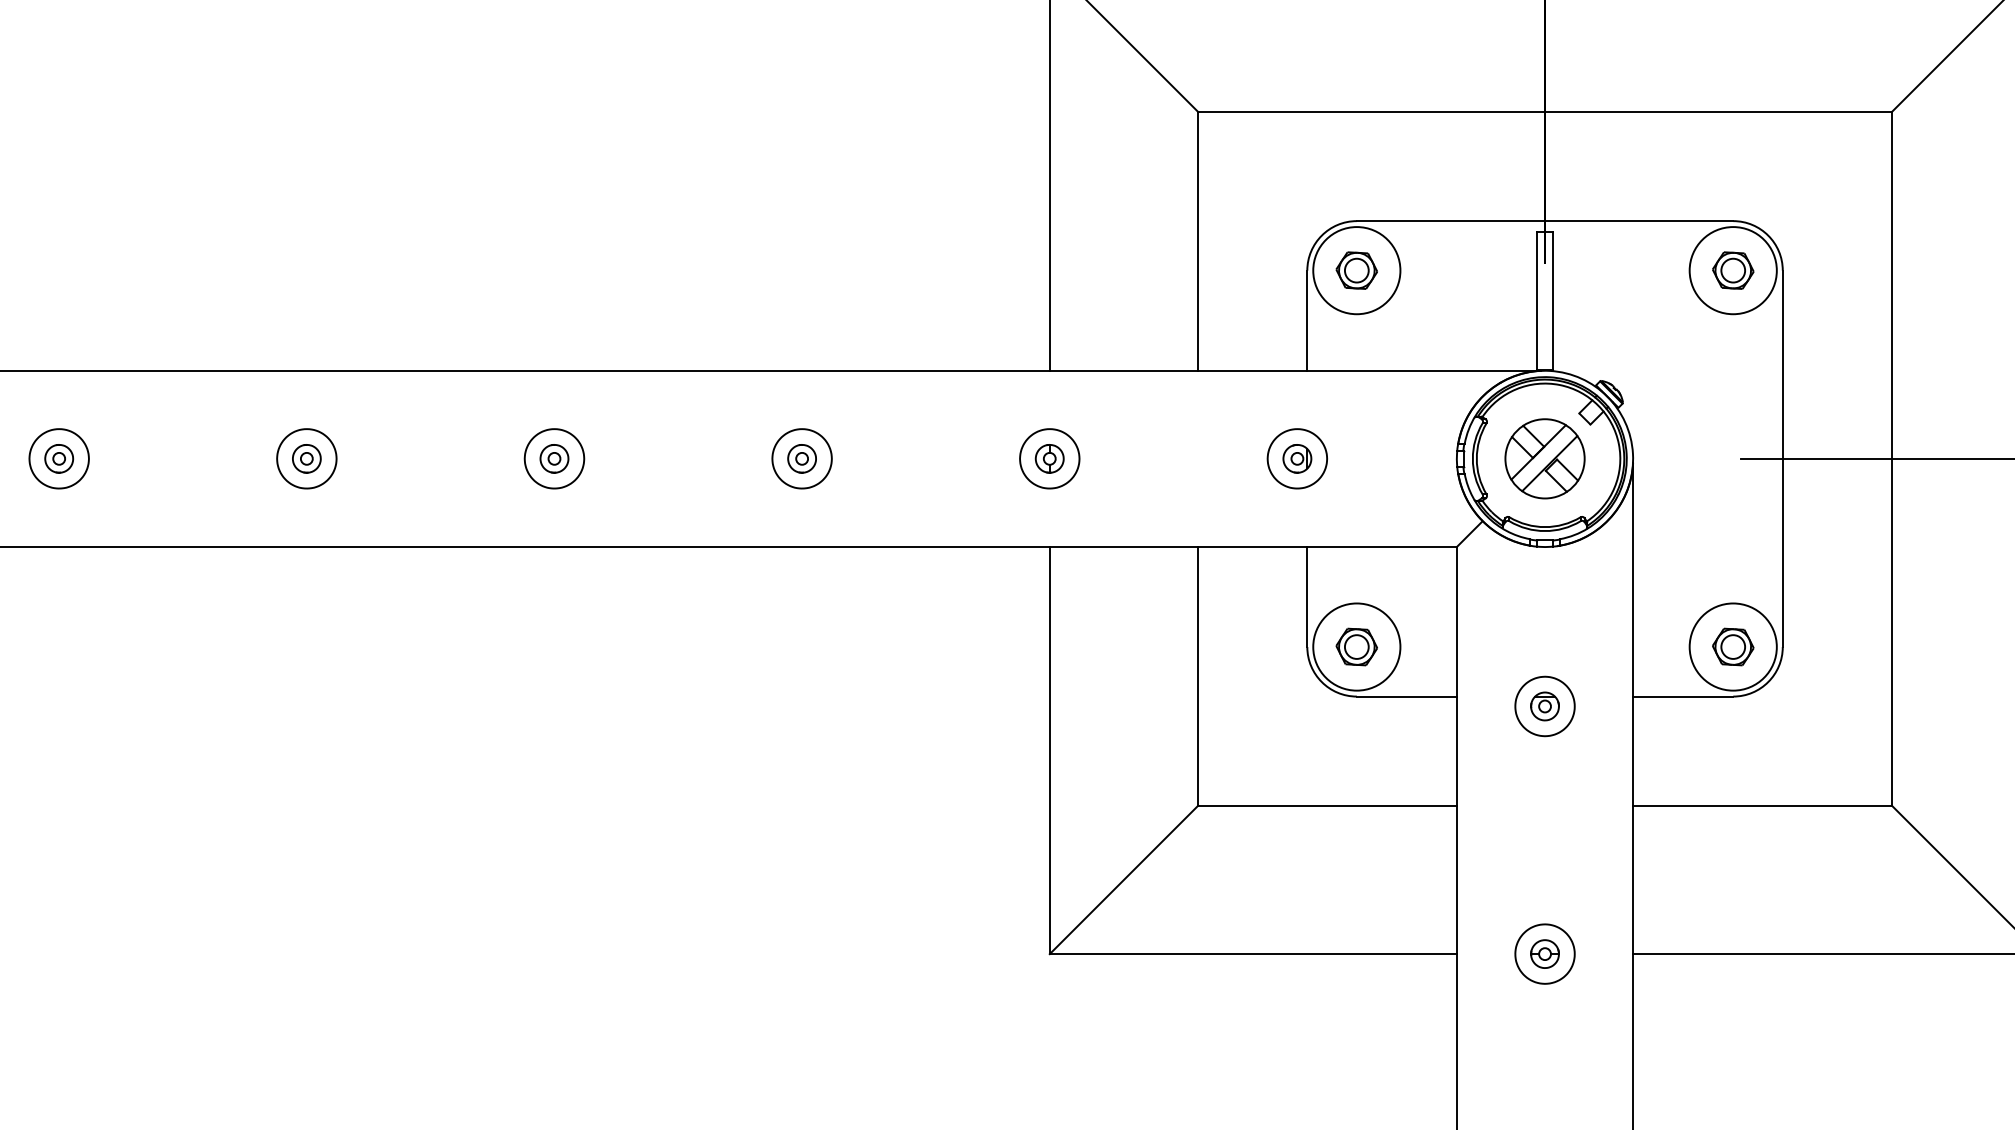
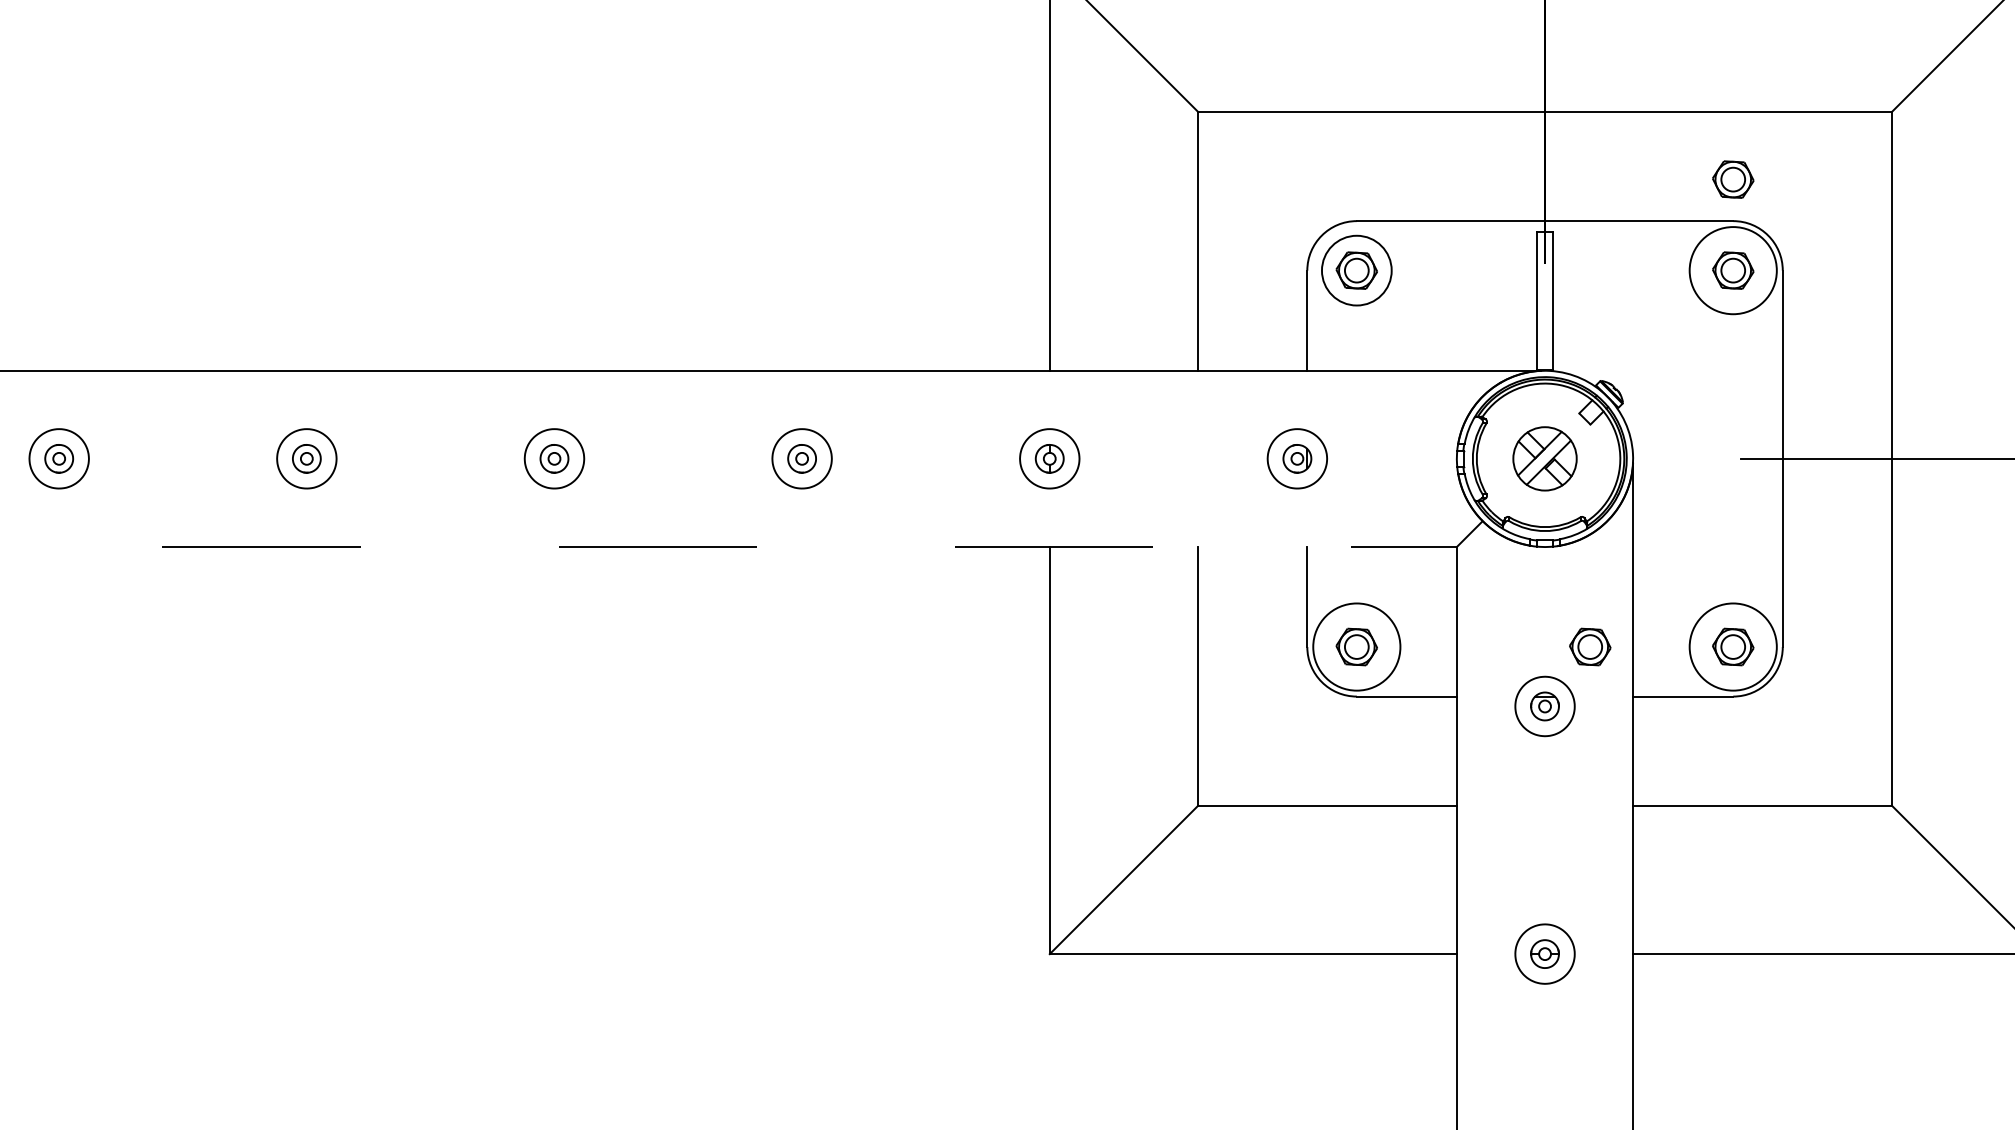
part at (1733, 179): none -> present
circle at (1356, 270) diameter: 87 px -> 70 px
part at (1544, 458) size: 82x82 px -> 66x66 px
line at (729, 546): solid -> dashed
part at (1590, 646): none -> present
